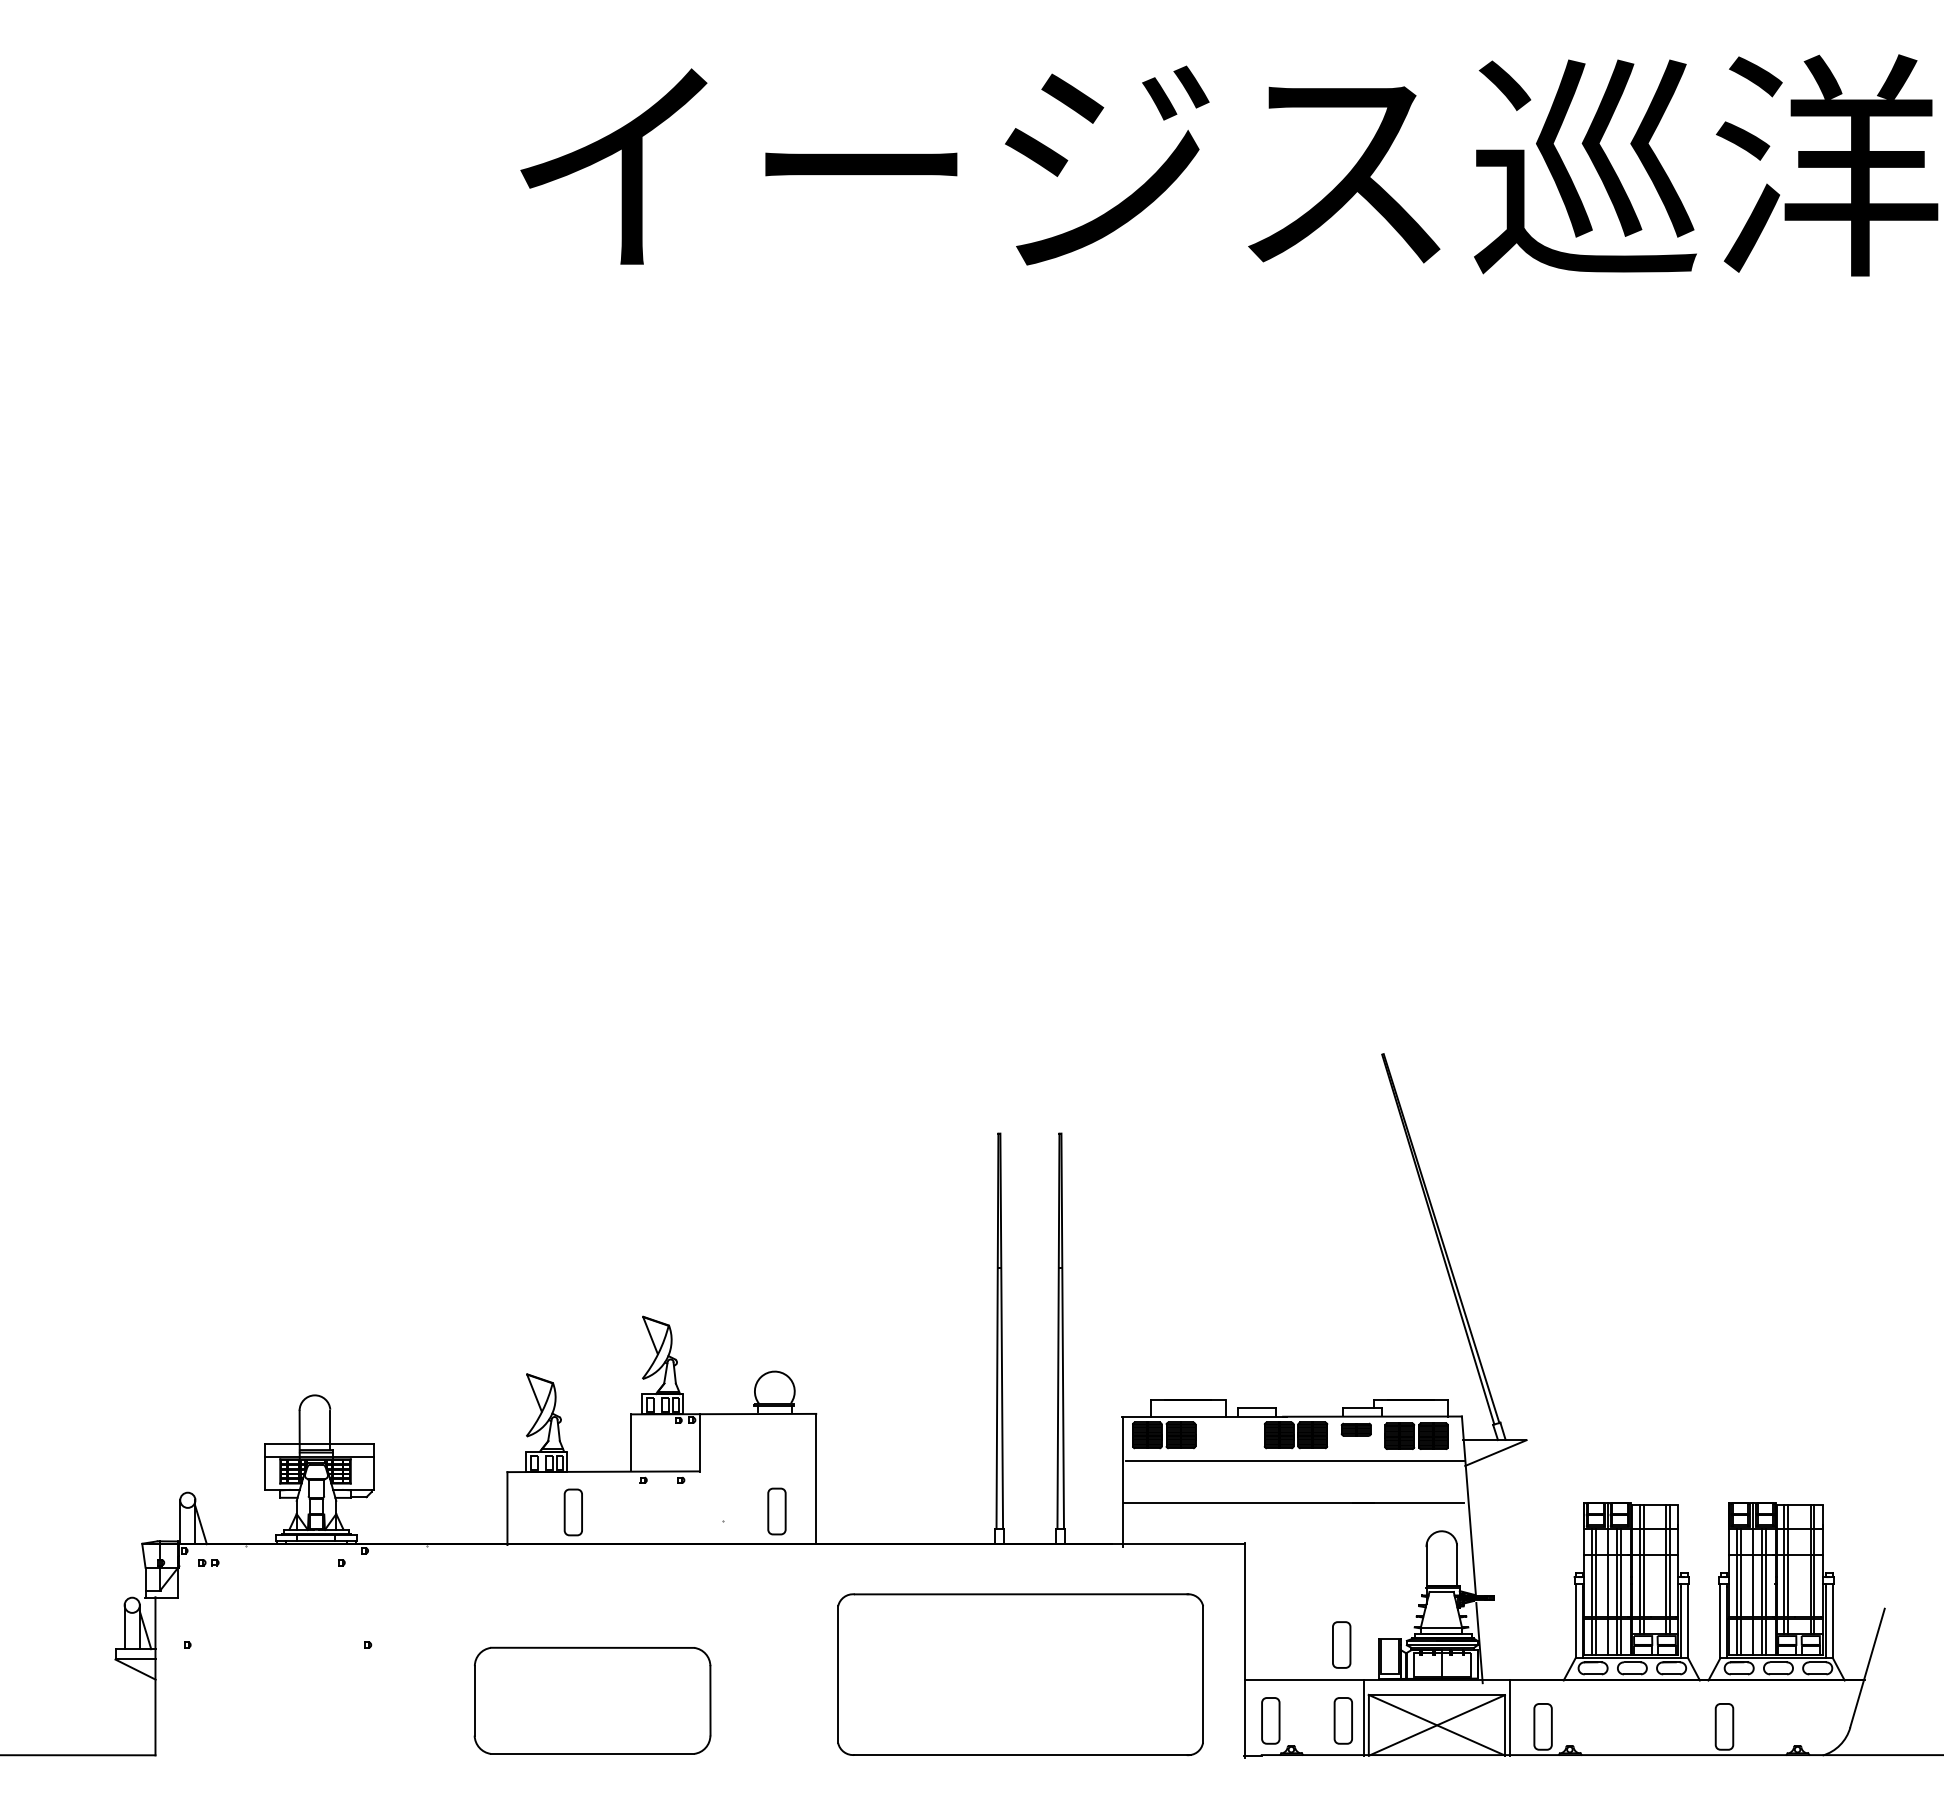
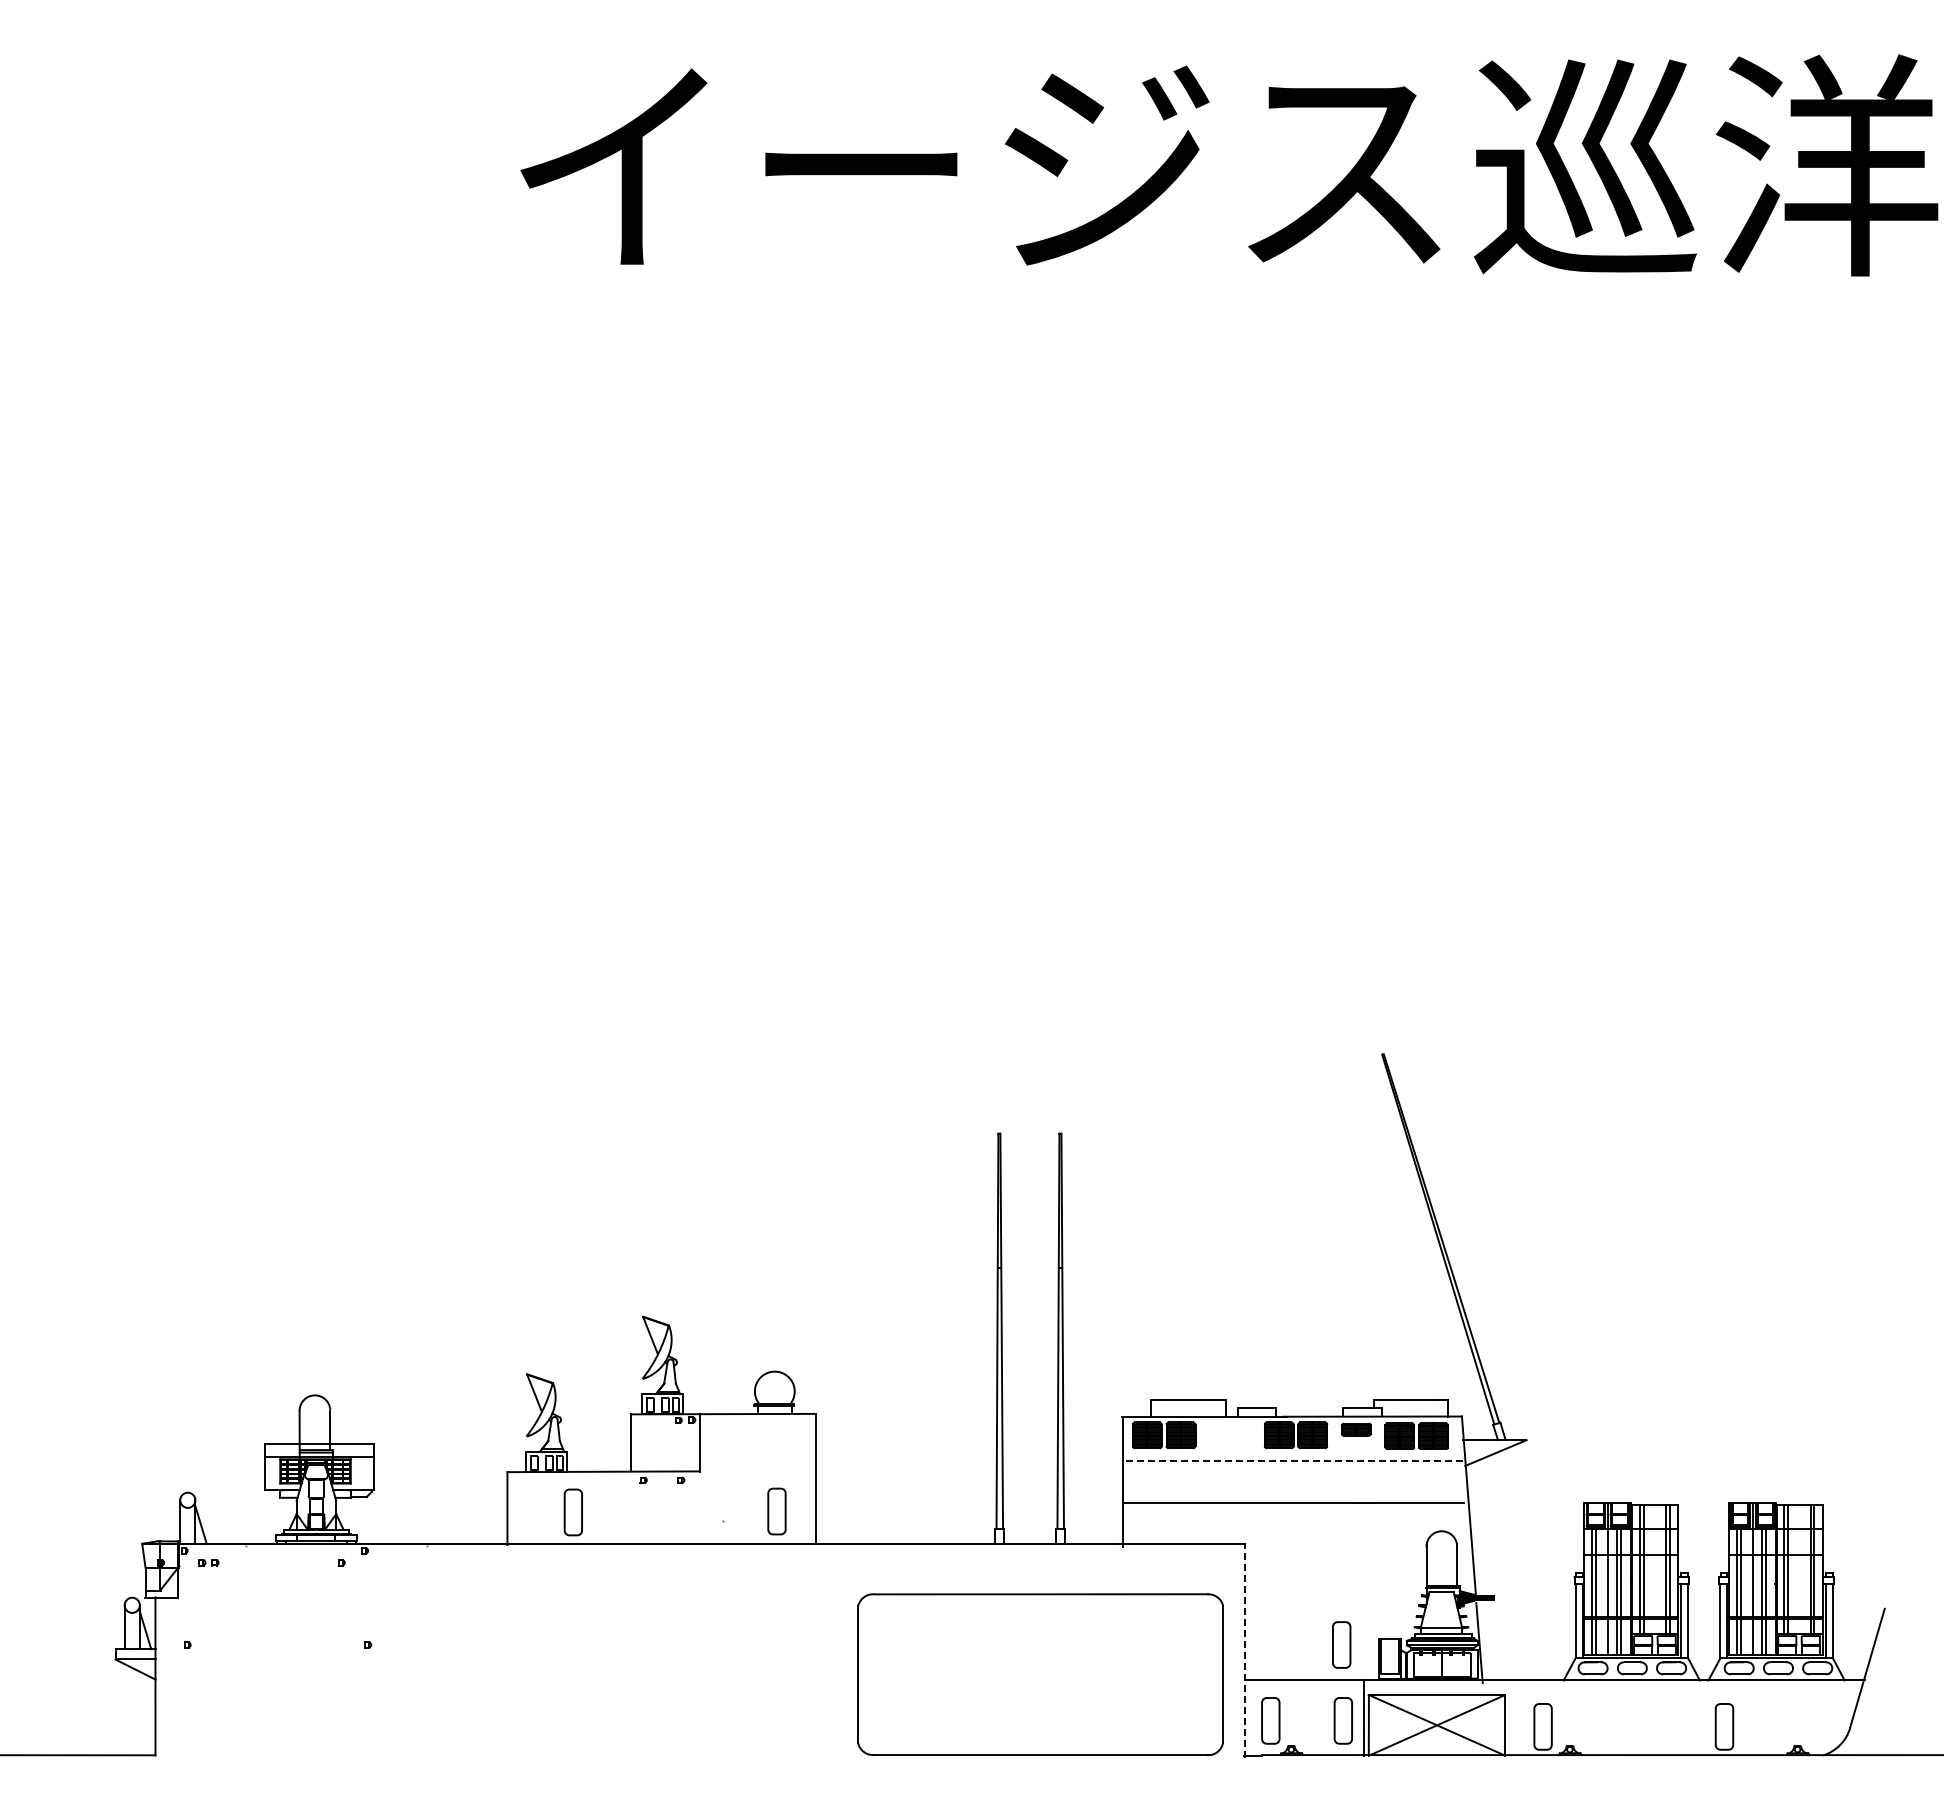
line at (1295, 1461): solid -> dashed
line at (1244, 1650): solid -> dashed
part at (1020, 1674) position: (1020, 1674) -> (1040, 1674)
part at (592, 1700): present -> none
line at (1509, 1717): present -> none
